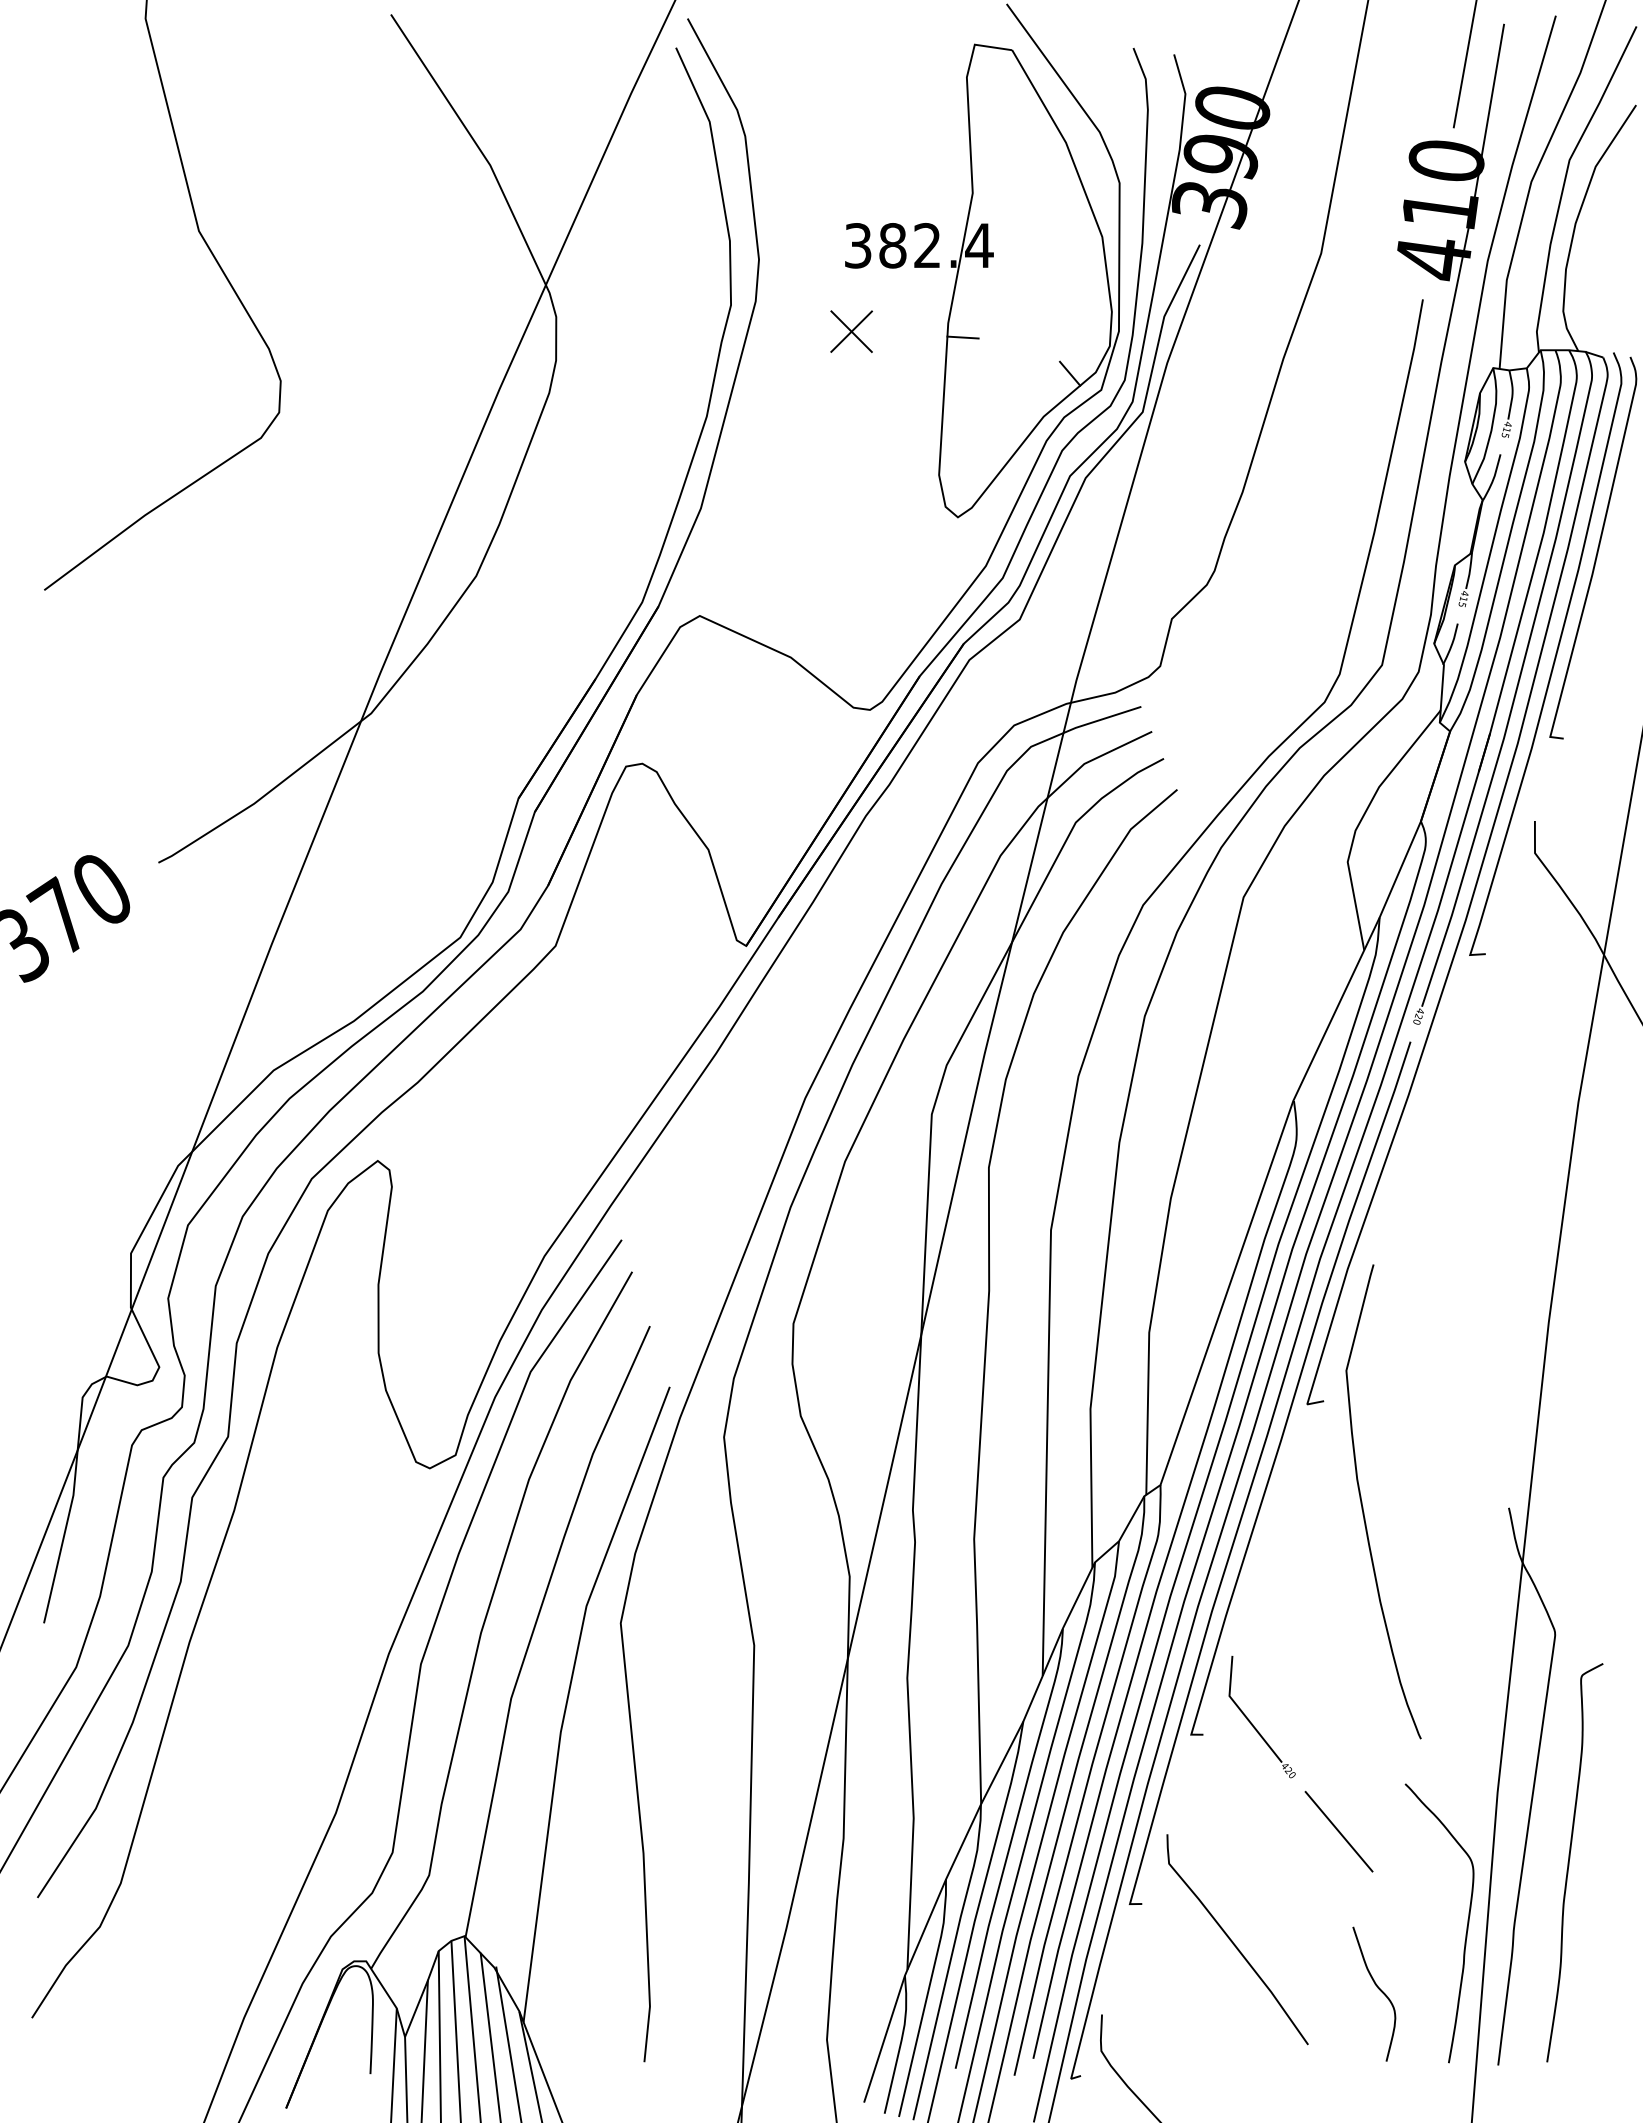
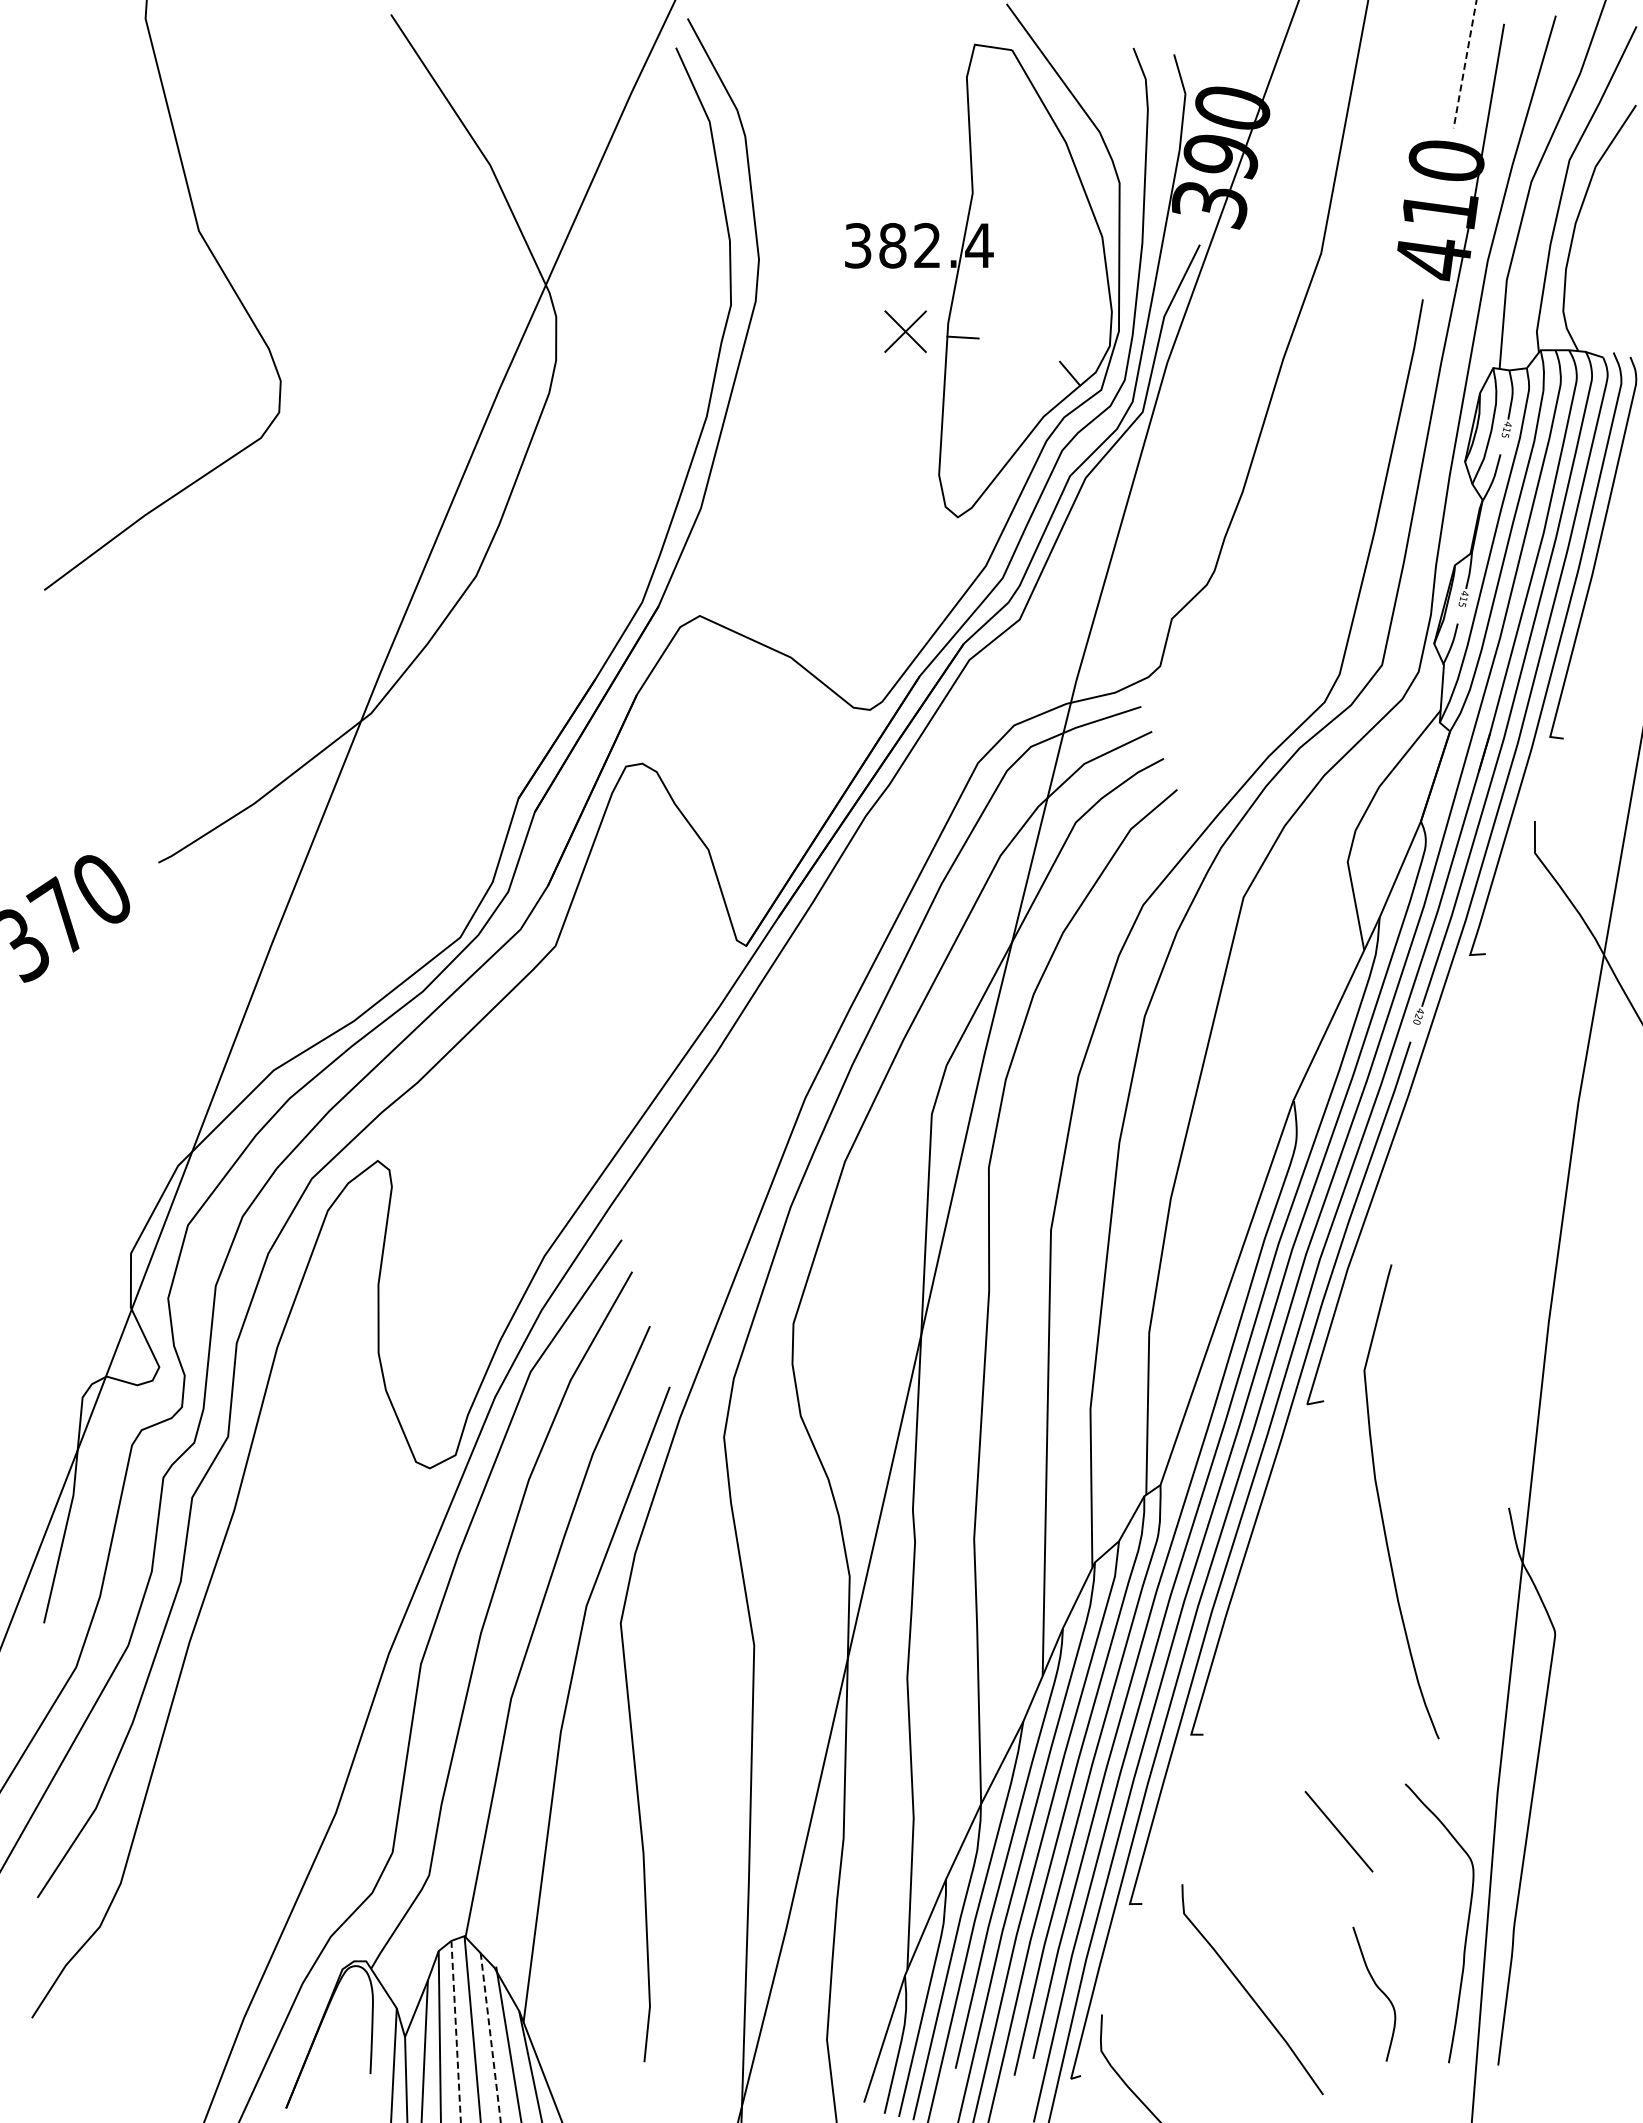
line at (1465, 64): solid -> dashed
part at (851, 331) position: (851, 331) -> (905, 331)
curve at (1363, 1506) position: (1363, 1506) -> (1381, 1506)
part at (1253, 1724): present -> none
curve at (1569, 1862): present -> none
curve at (1233, 1941) position: (1233, 1941) -> (1248, 1991)
line at (456, 2031): solid -> dashed
line at (490, 2038): solid -> dashed
